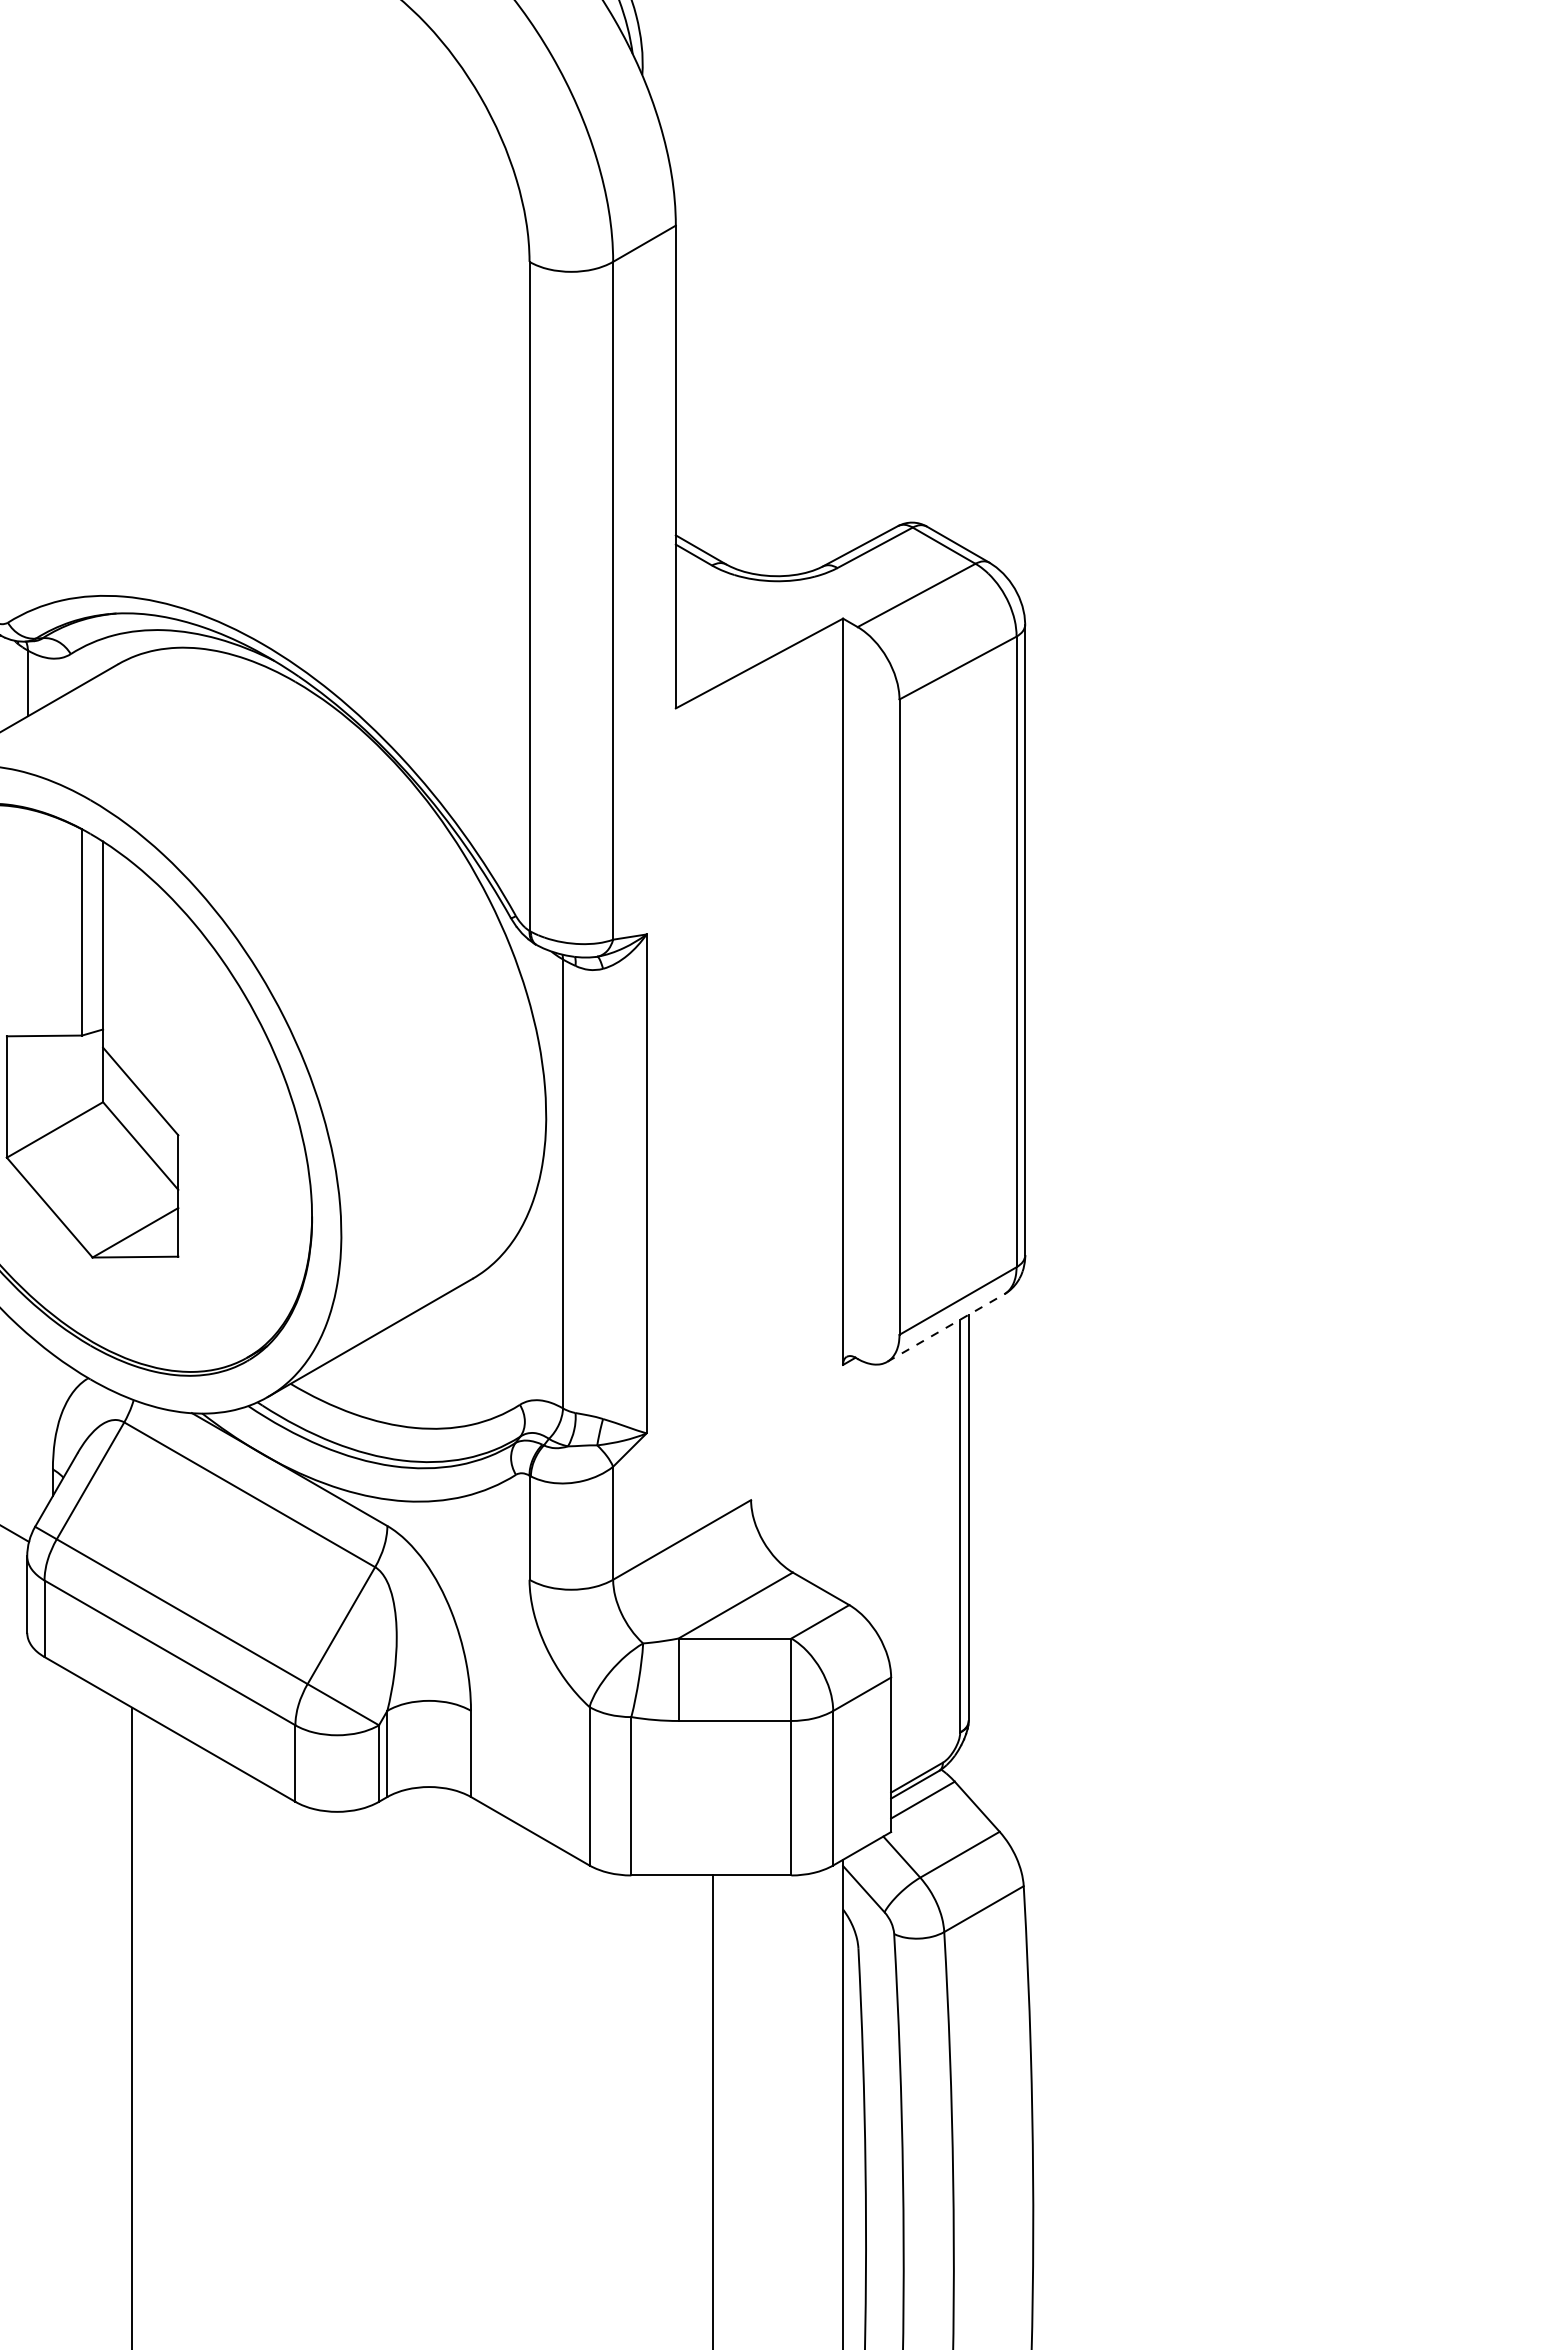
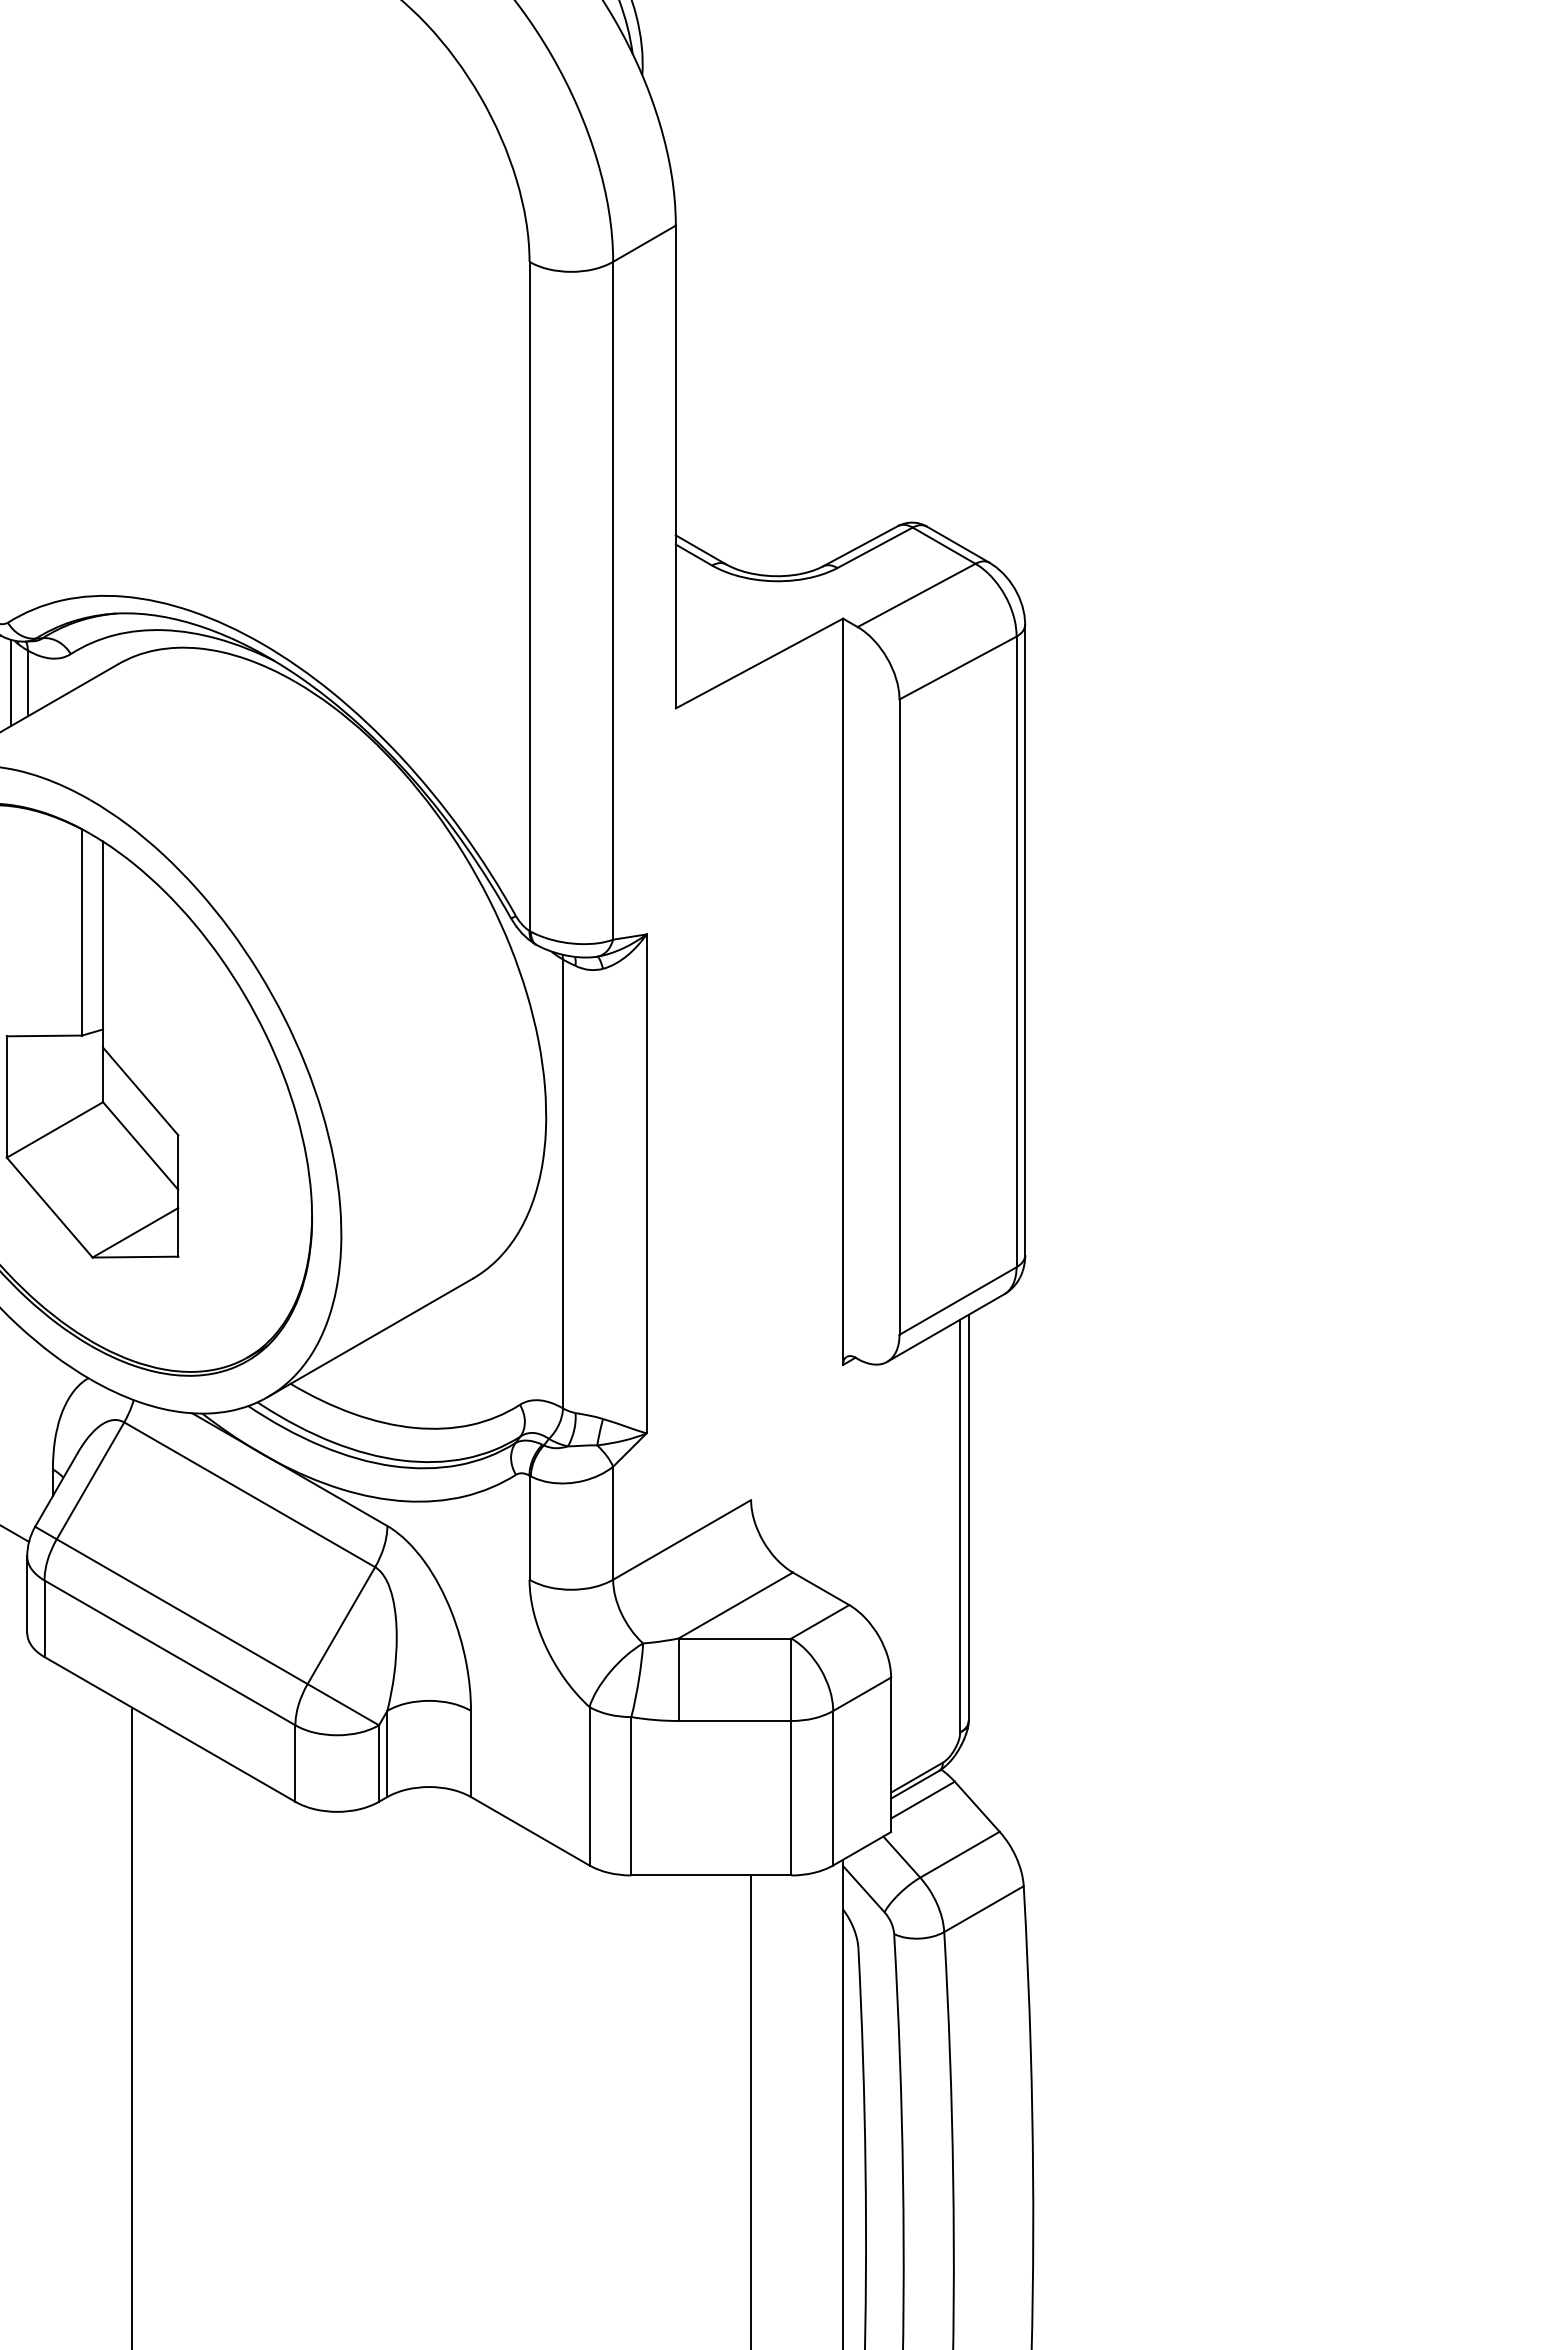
line at (10, 682): none -> present
line at (945, 1328): dashed -> solid
line at (713, 2110) position: (713, 2110) -> (751, 2110)
